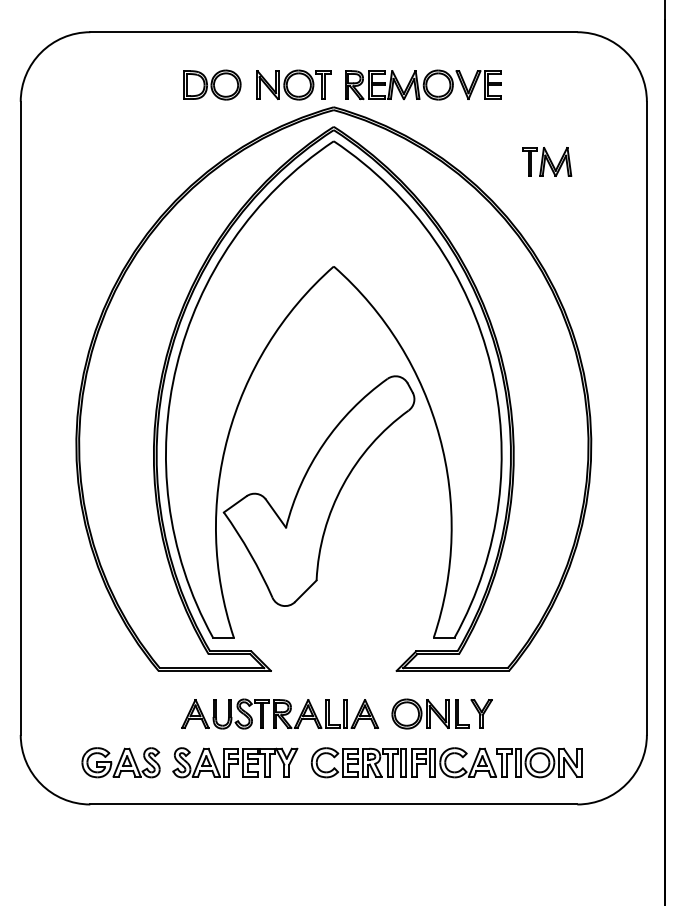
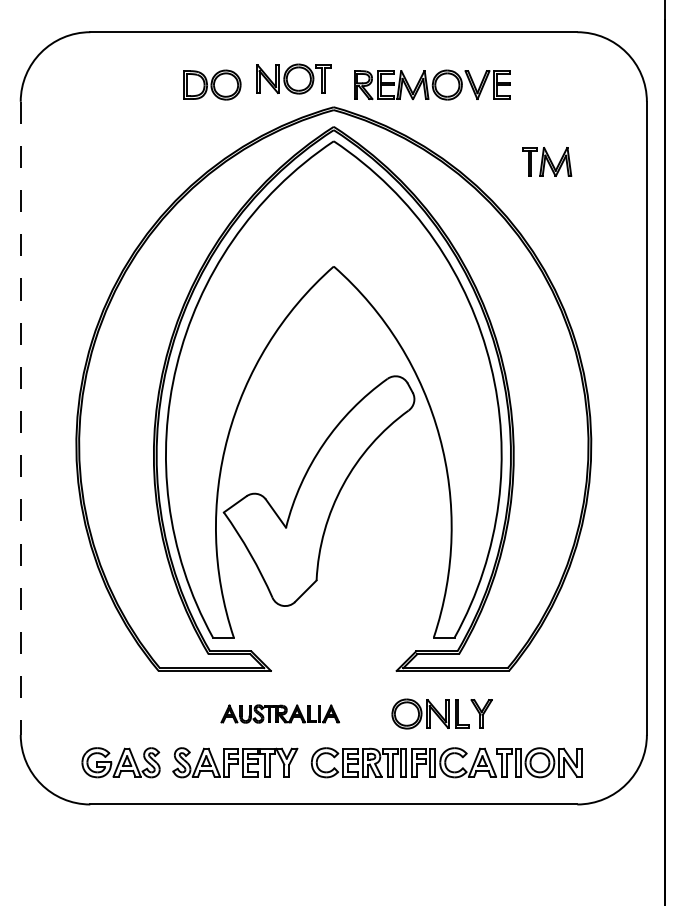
part at (293, 84) position: (293, 84) -> (293, 78)
part at (423, 84) position: (423, 84) -> (432, 84)
line at (20, 418): solid -> dashed
part at (280, 713) size: 199x32 px -> 121x20 px
